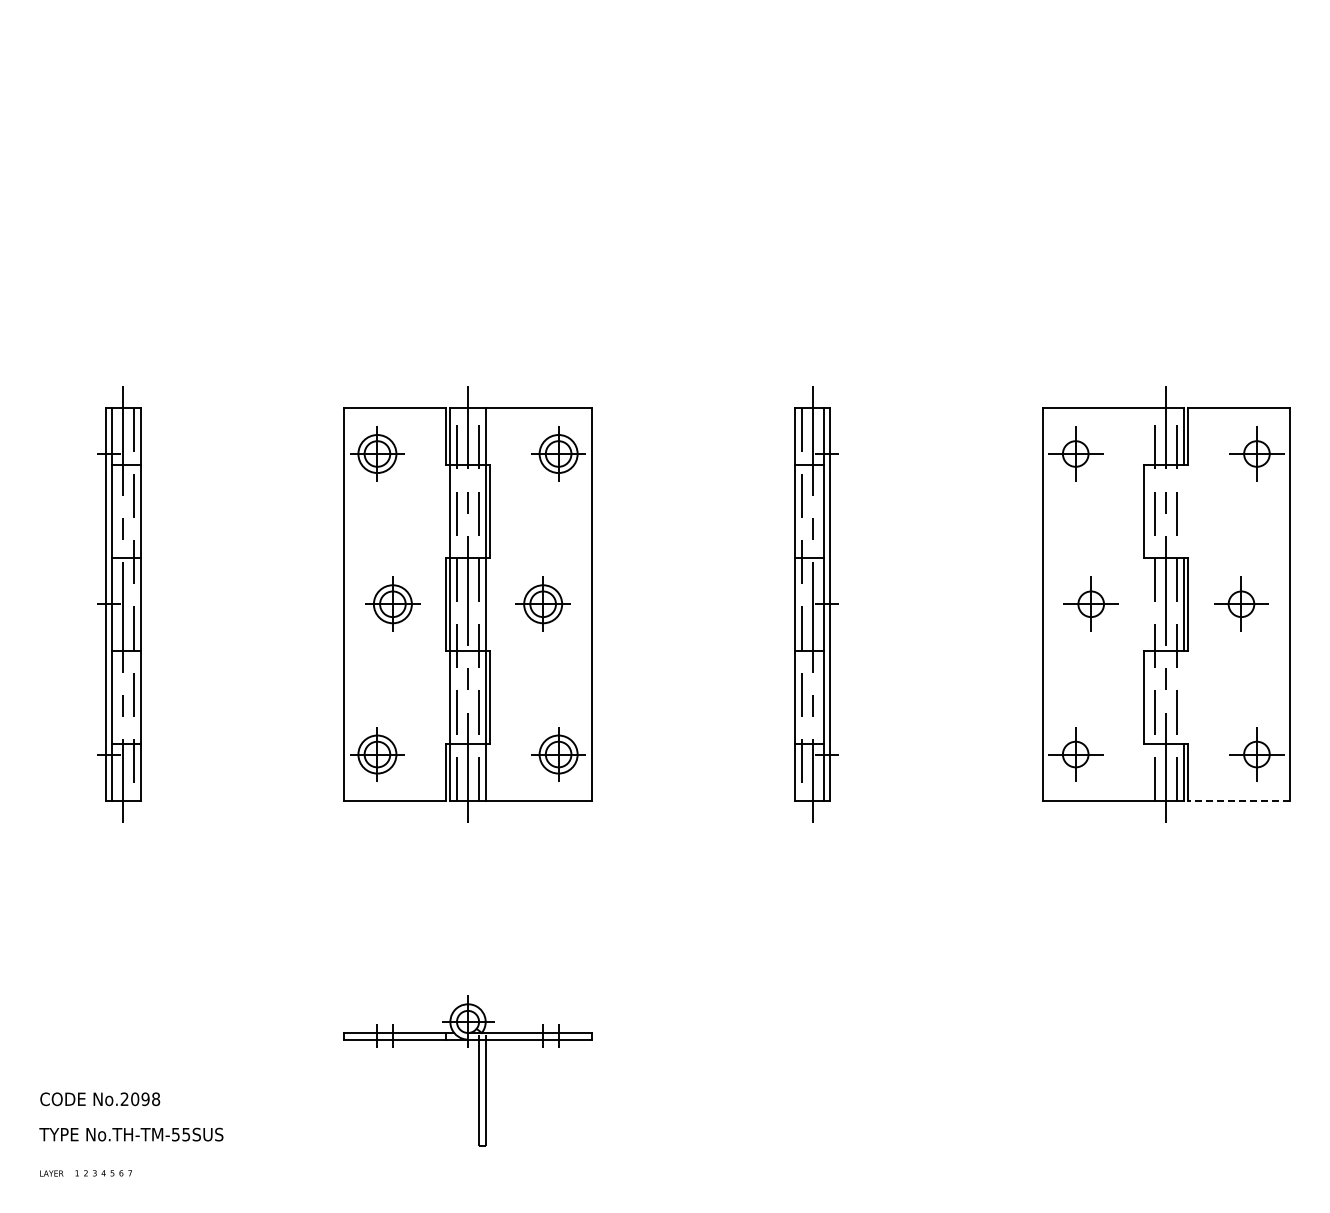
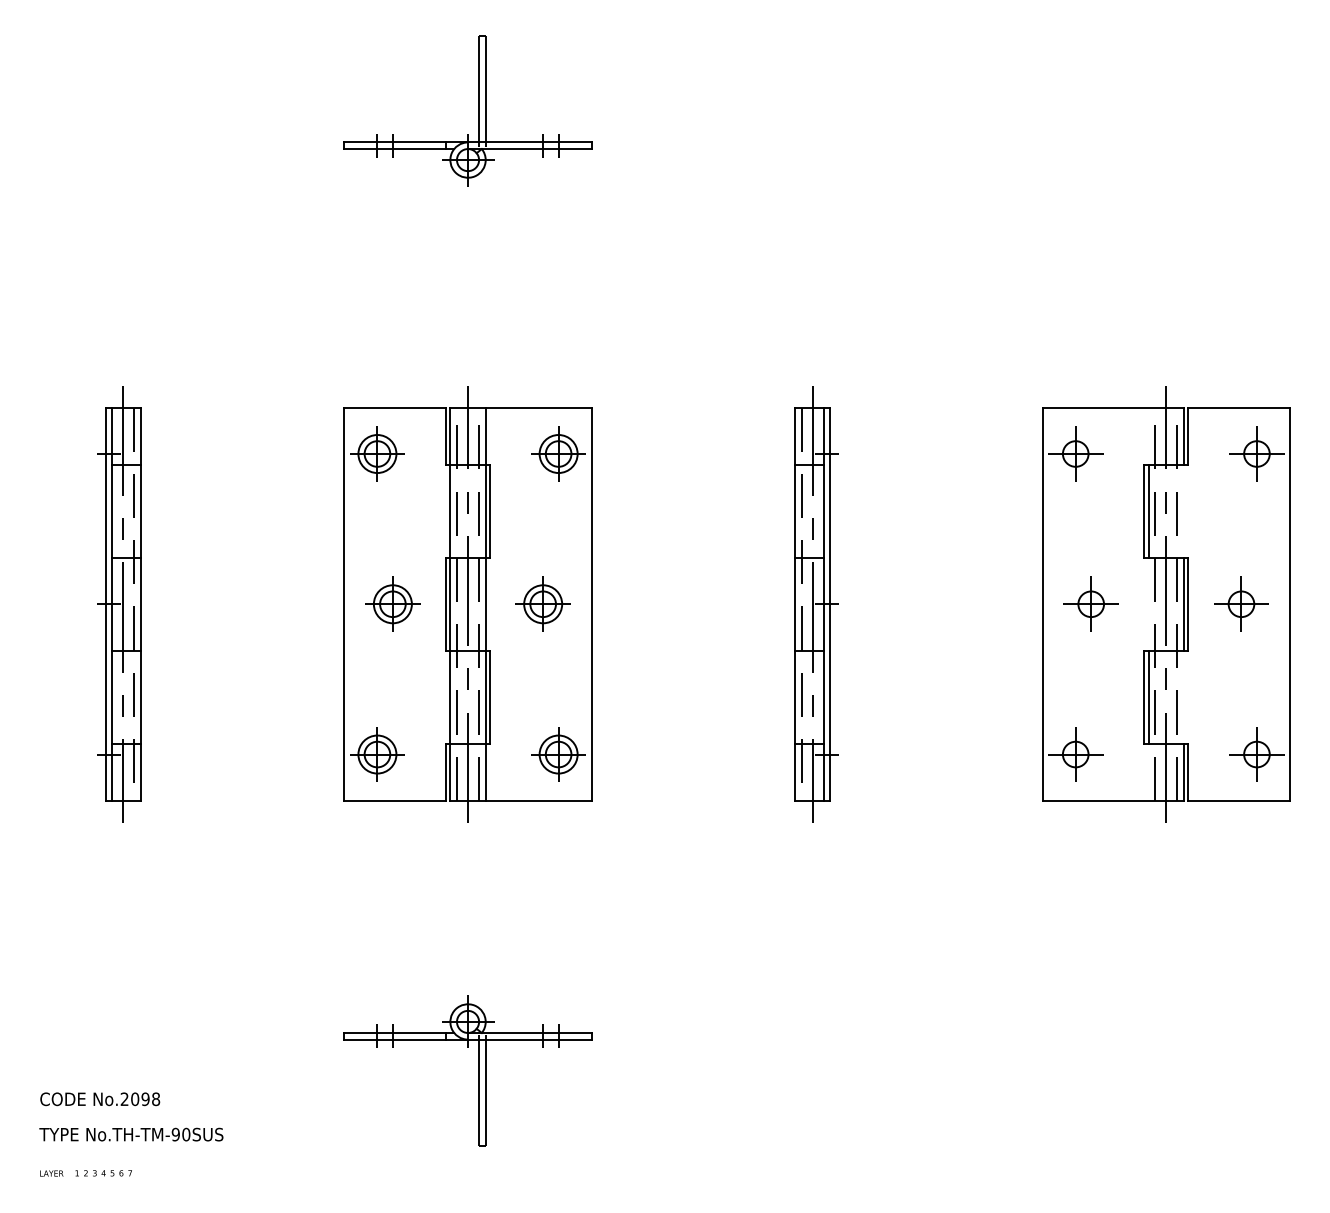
part at (478, 110): none -> present
line at (1148, 511): none -> present
line at (1148, 696): none -> present
line at (1239, 800): dashed -> solid
text at (180, 1134): No.TH-TM-55SUS -> No.TH-TM-90SUS
